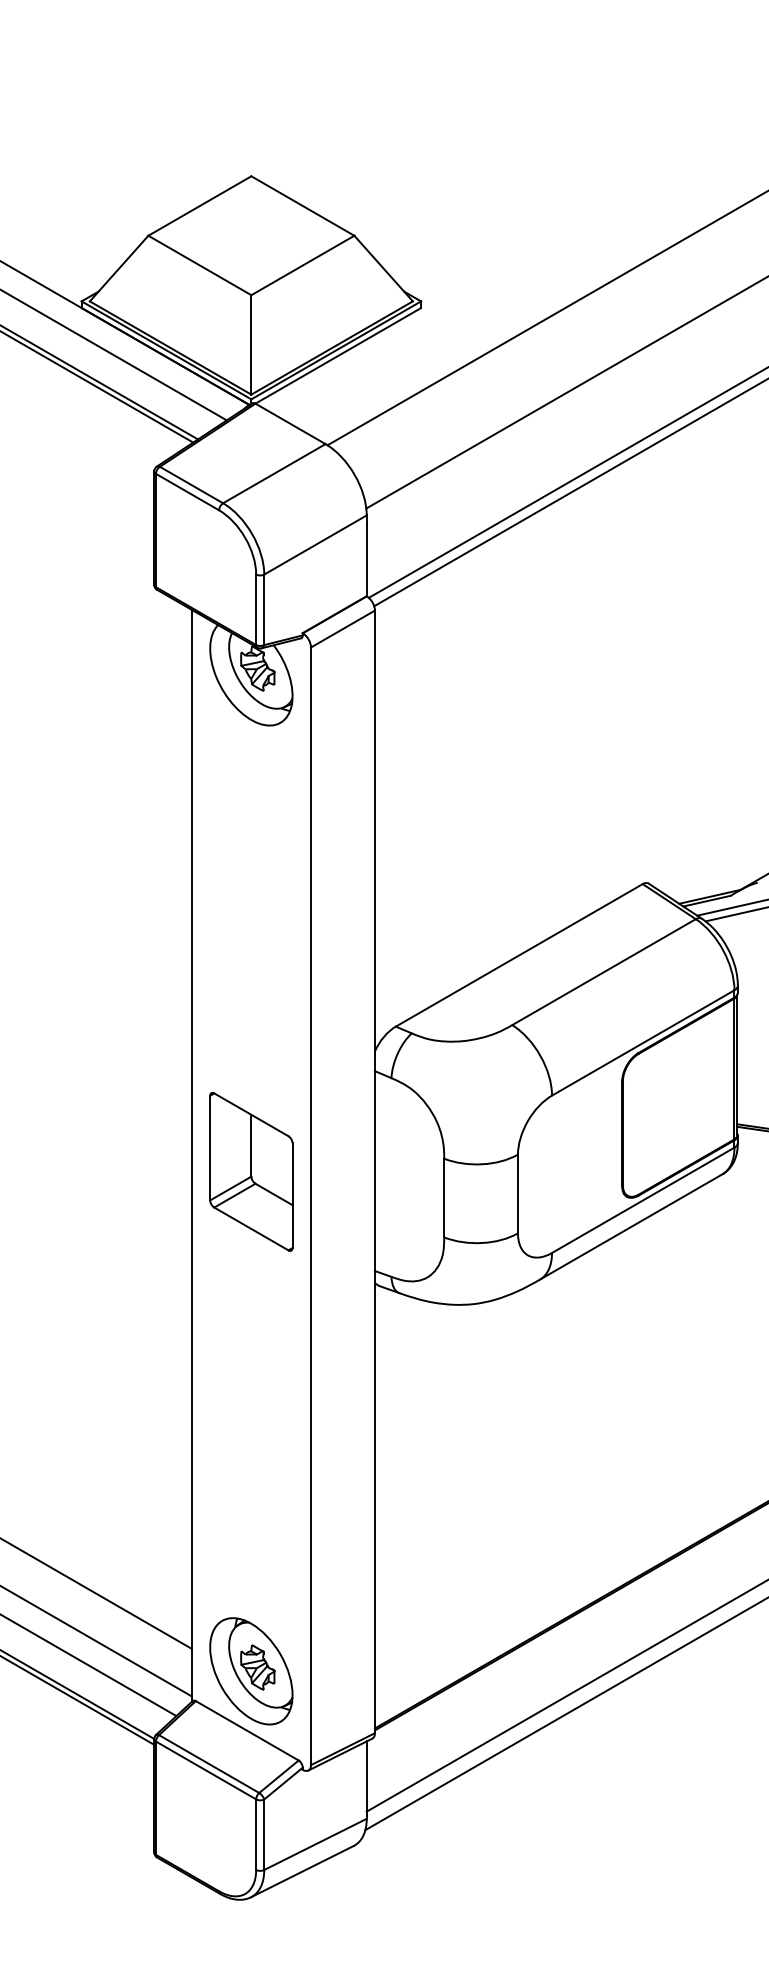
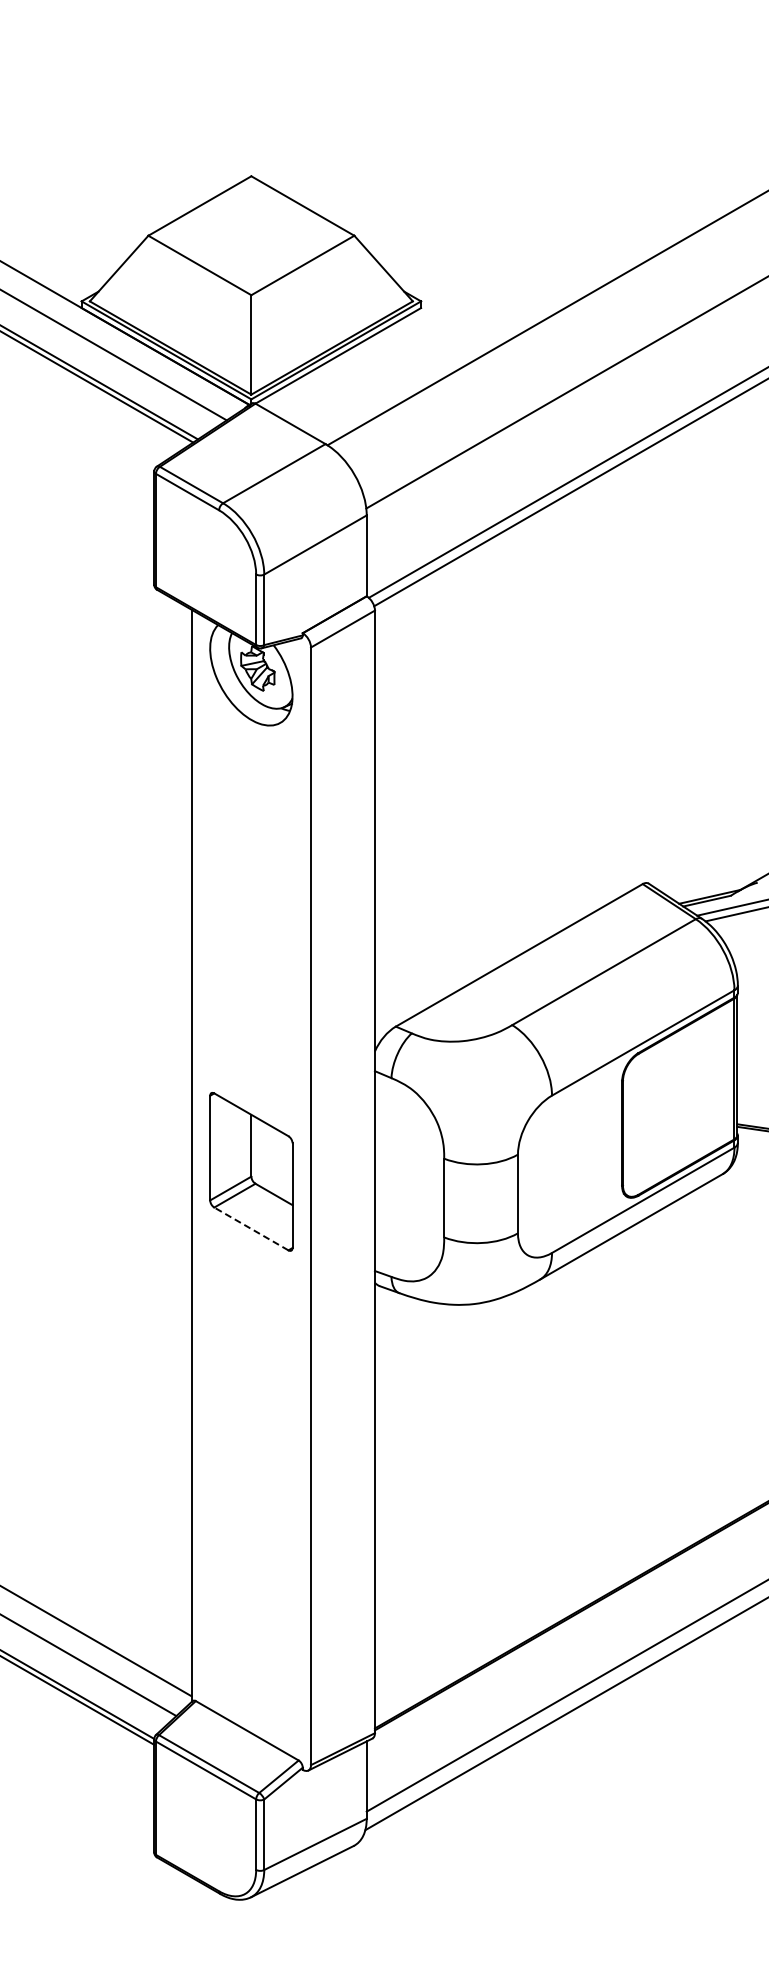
line at (251, 1228): solid -> dashed
line at (96, 1593): present -> none
part at (251, 1671): present -> none
